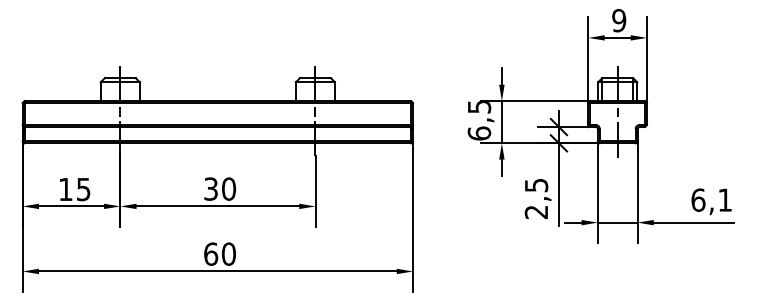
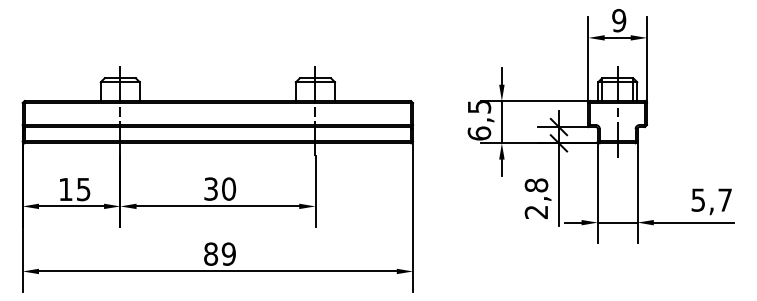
text at (536, 185): 2,5 -> 2,8
text at (711, 199): 6,1 -> 5,7
text at (219, 253): 60 -> 89
